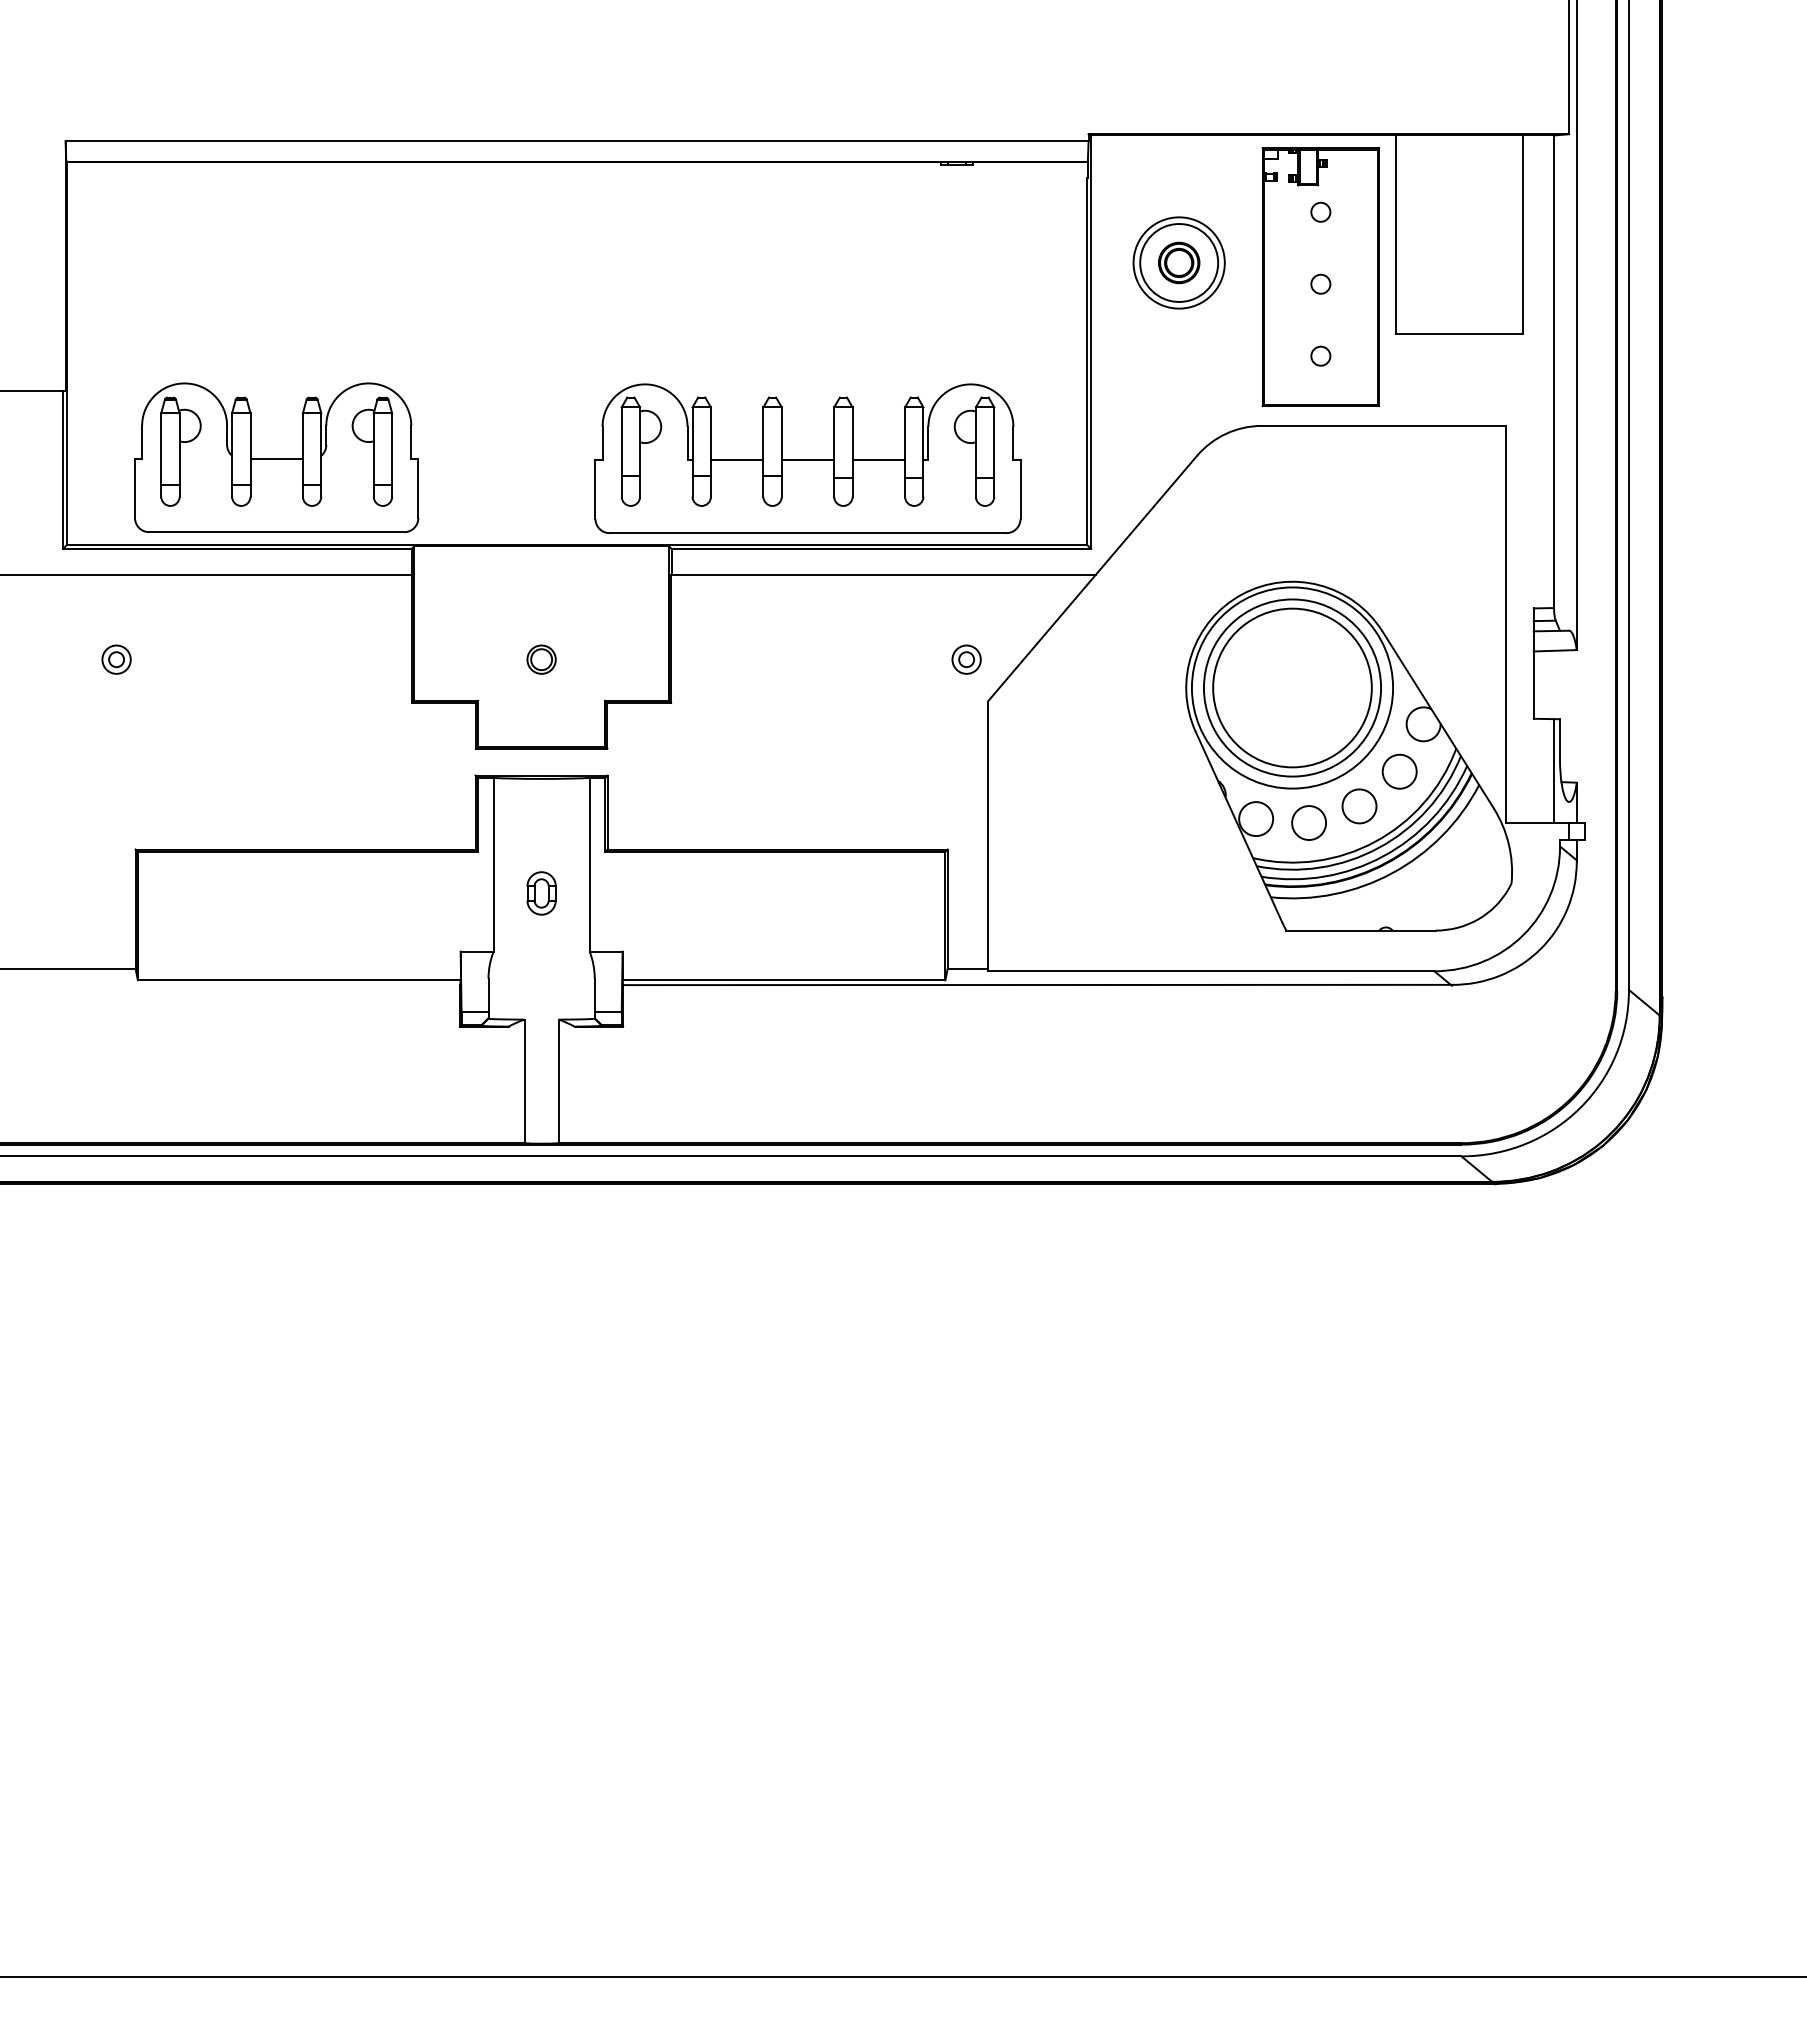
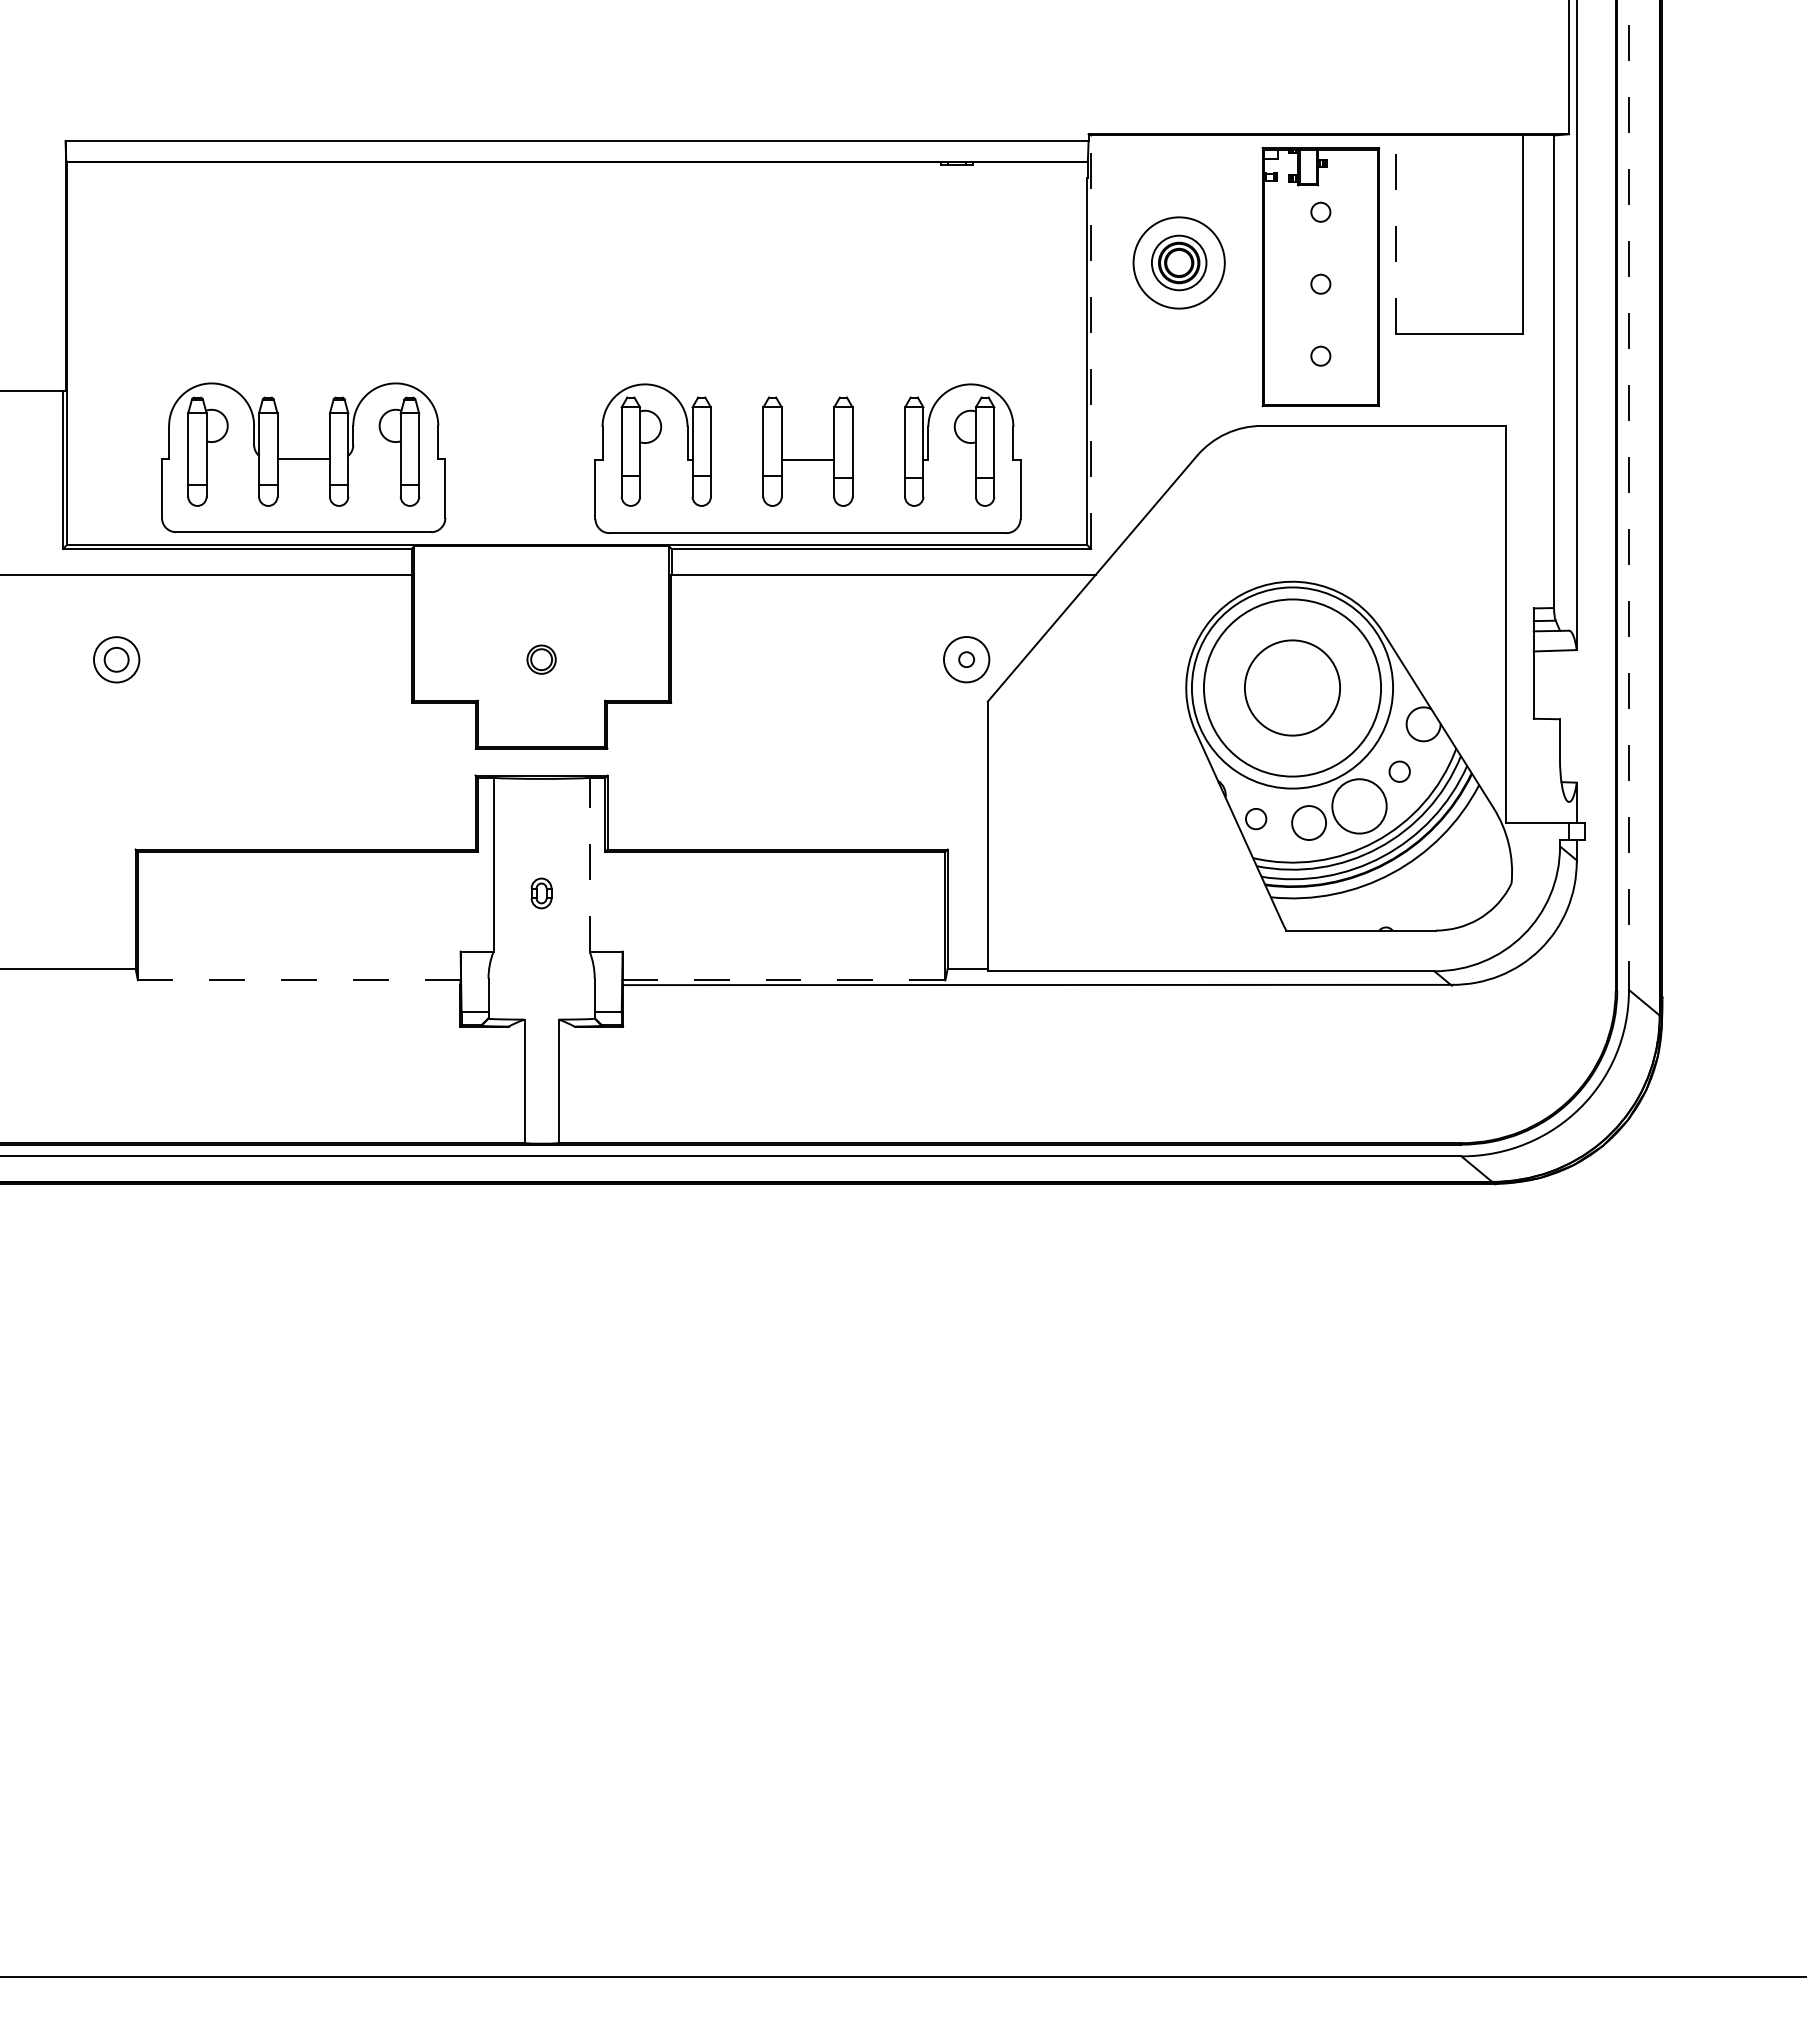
line at (1395, 233): solid -> dashed
circle at (1179, 262) diameter: 78 px -> 55 px
line at (1091, 342): solid -> dashed
part at (276, 457) position: (276, 457) -> (303, 457)
line at (736, 460): present -> none
line at (878, 460): present -> none
line at (1628, 495): solid -> dashed
part at (116, 659) size: 31x31 px -> 48x48 px
circle at (966, 659) diameter: 28 px -> 45 px
circle at (1292, 687) diameter: 159 px -> 95 px
line at (1554, 770): present -> none
circle at (1399, 771) diameter: 34 px -> 20 px
circle at (1359, 806) diameter: 34 px -> 54 px
circle at (1256, 819) diameter: 34 px -> 20 px
line at (589, 864): solid -> dashed
part at (541, 893) size: 31x45 px -> 23x33 px
line at (298, 980): solid -> dashed
line at (783, 980): solid -> dashed
